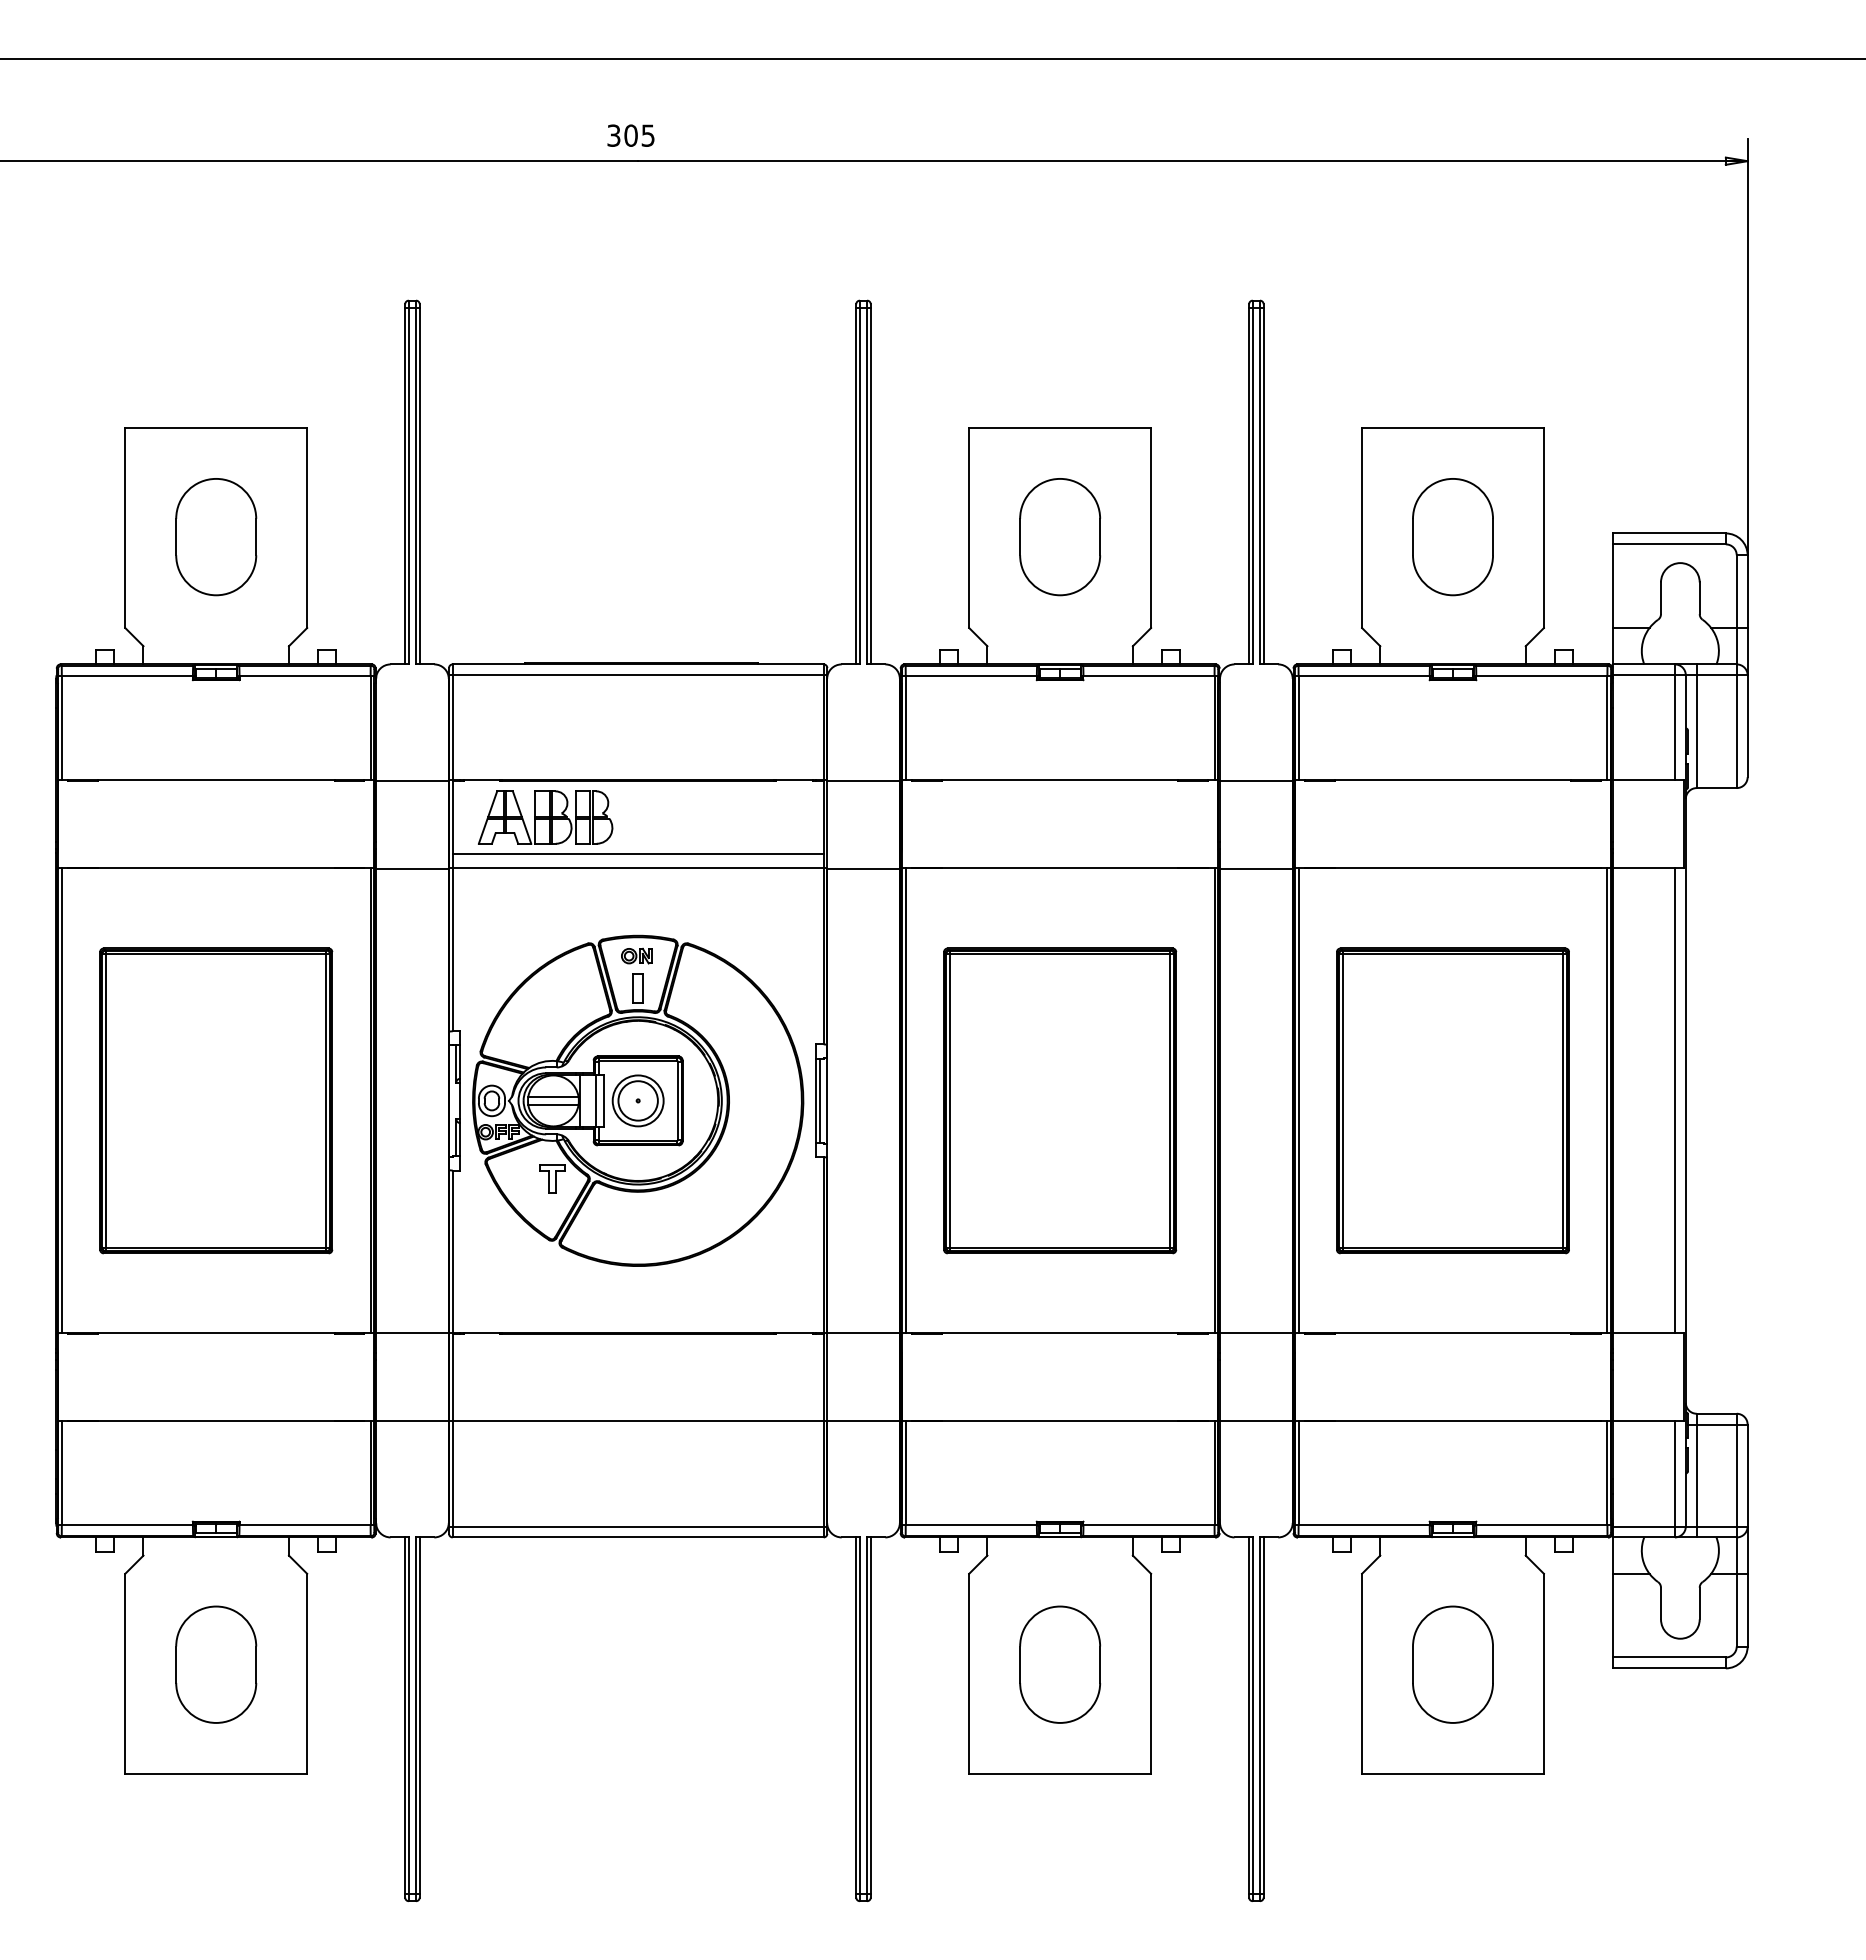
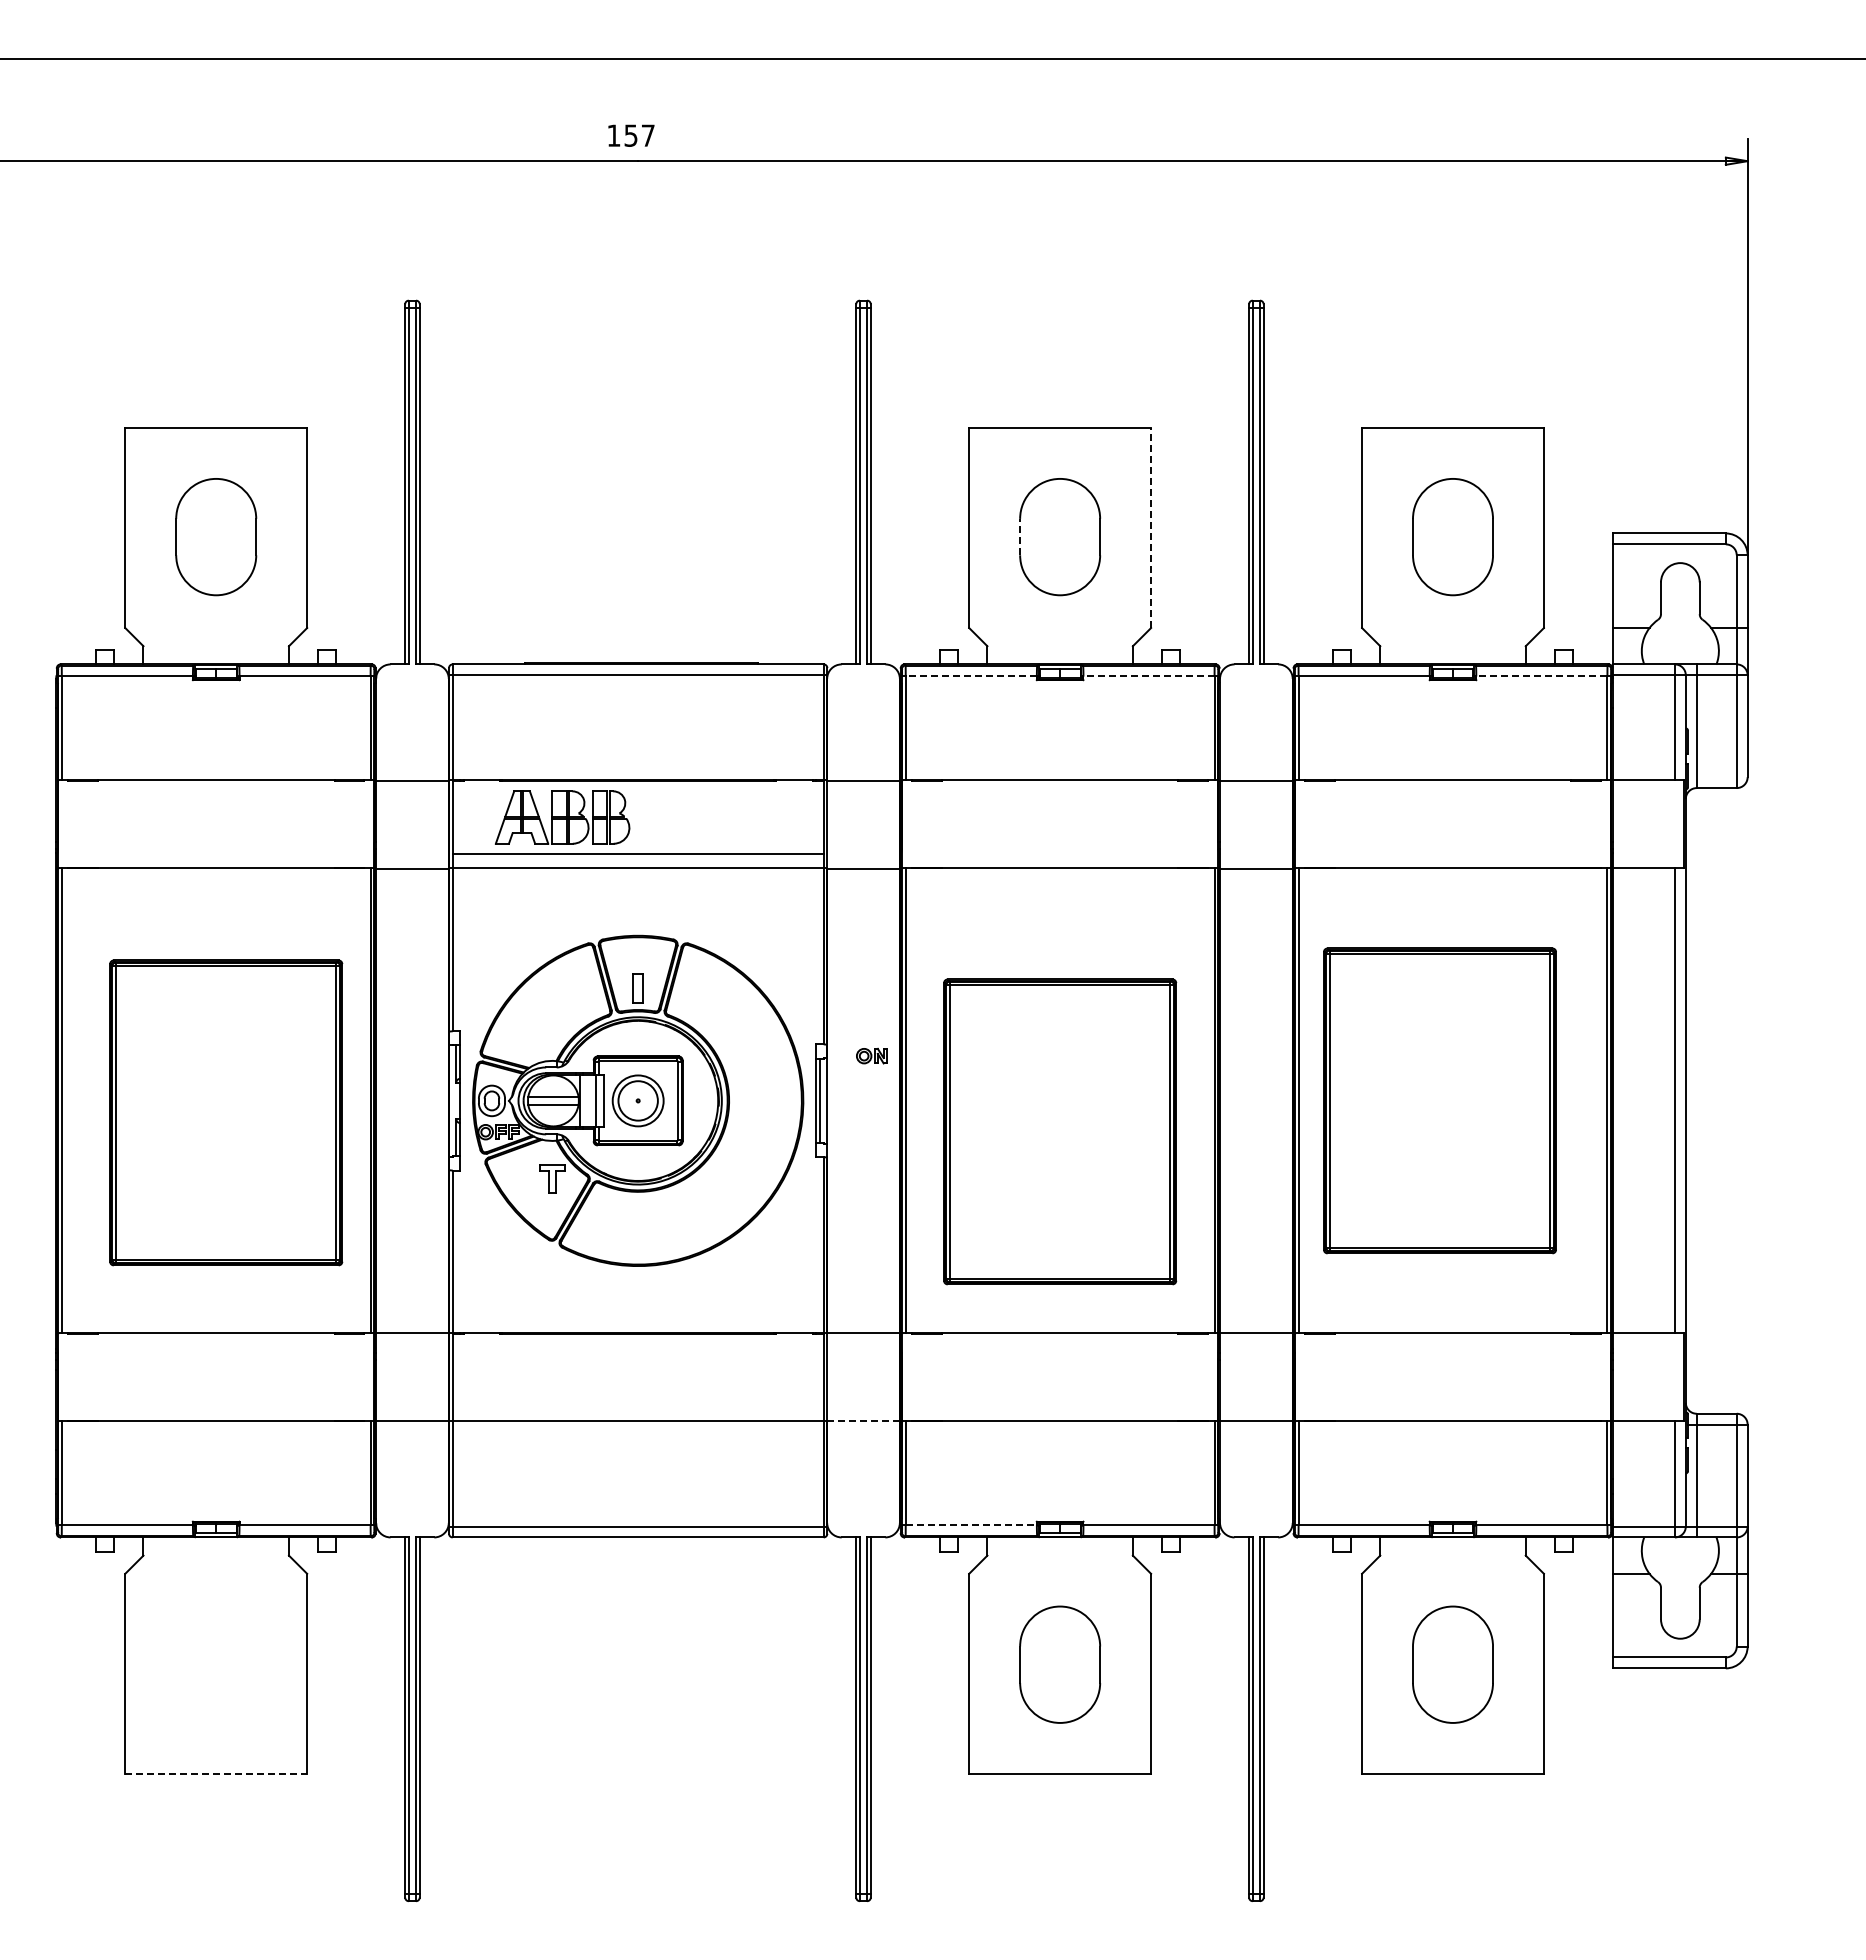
text at (630, 135): 305 -> 157
line at (1151, 527): solid -> dashed
line at (1020, 536): solid -> dashed
line at (971, 676): solid -> dashed
line at (1149, 676): solid -> dashed
line at (1541, 676): solid -> dashed
part at (545, 817) position: (545, 817) -> (562, 817)
part at (636, 955) position: (636, 955) -> (871, 1055)
part at (216, 1100) position: (216, 1100) -> (226, 1112)
part at (1060, 1100) position: (1060, 1100) -> (1060, 1131)
part at (1452, 1100) position: (1452, 1100) -> (1439, 1100)
line at (863, 1421): solid -> dashed
line at (971, 1525): solid -> dashed
part at (216, 1664): present -> none
line at (216, 1773): solid -> dashed
